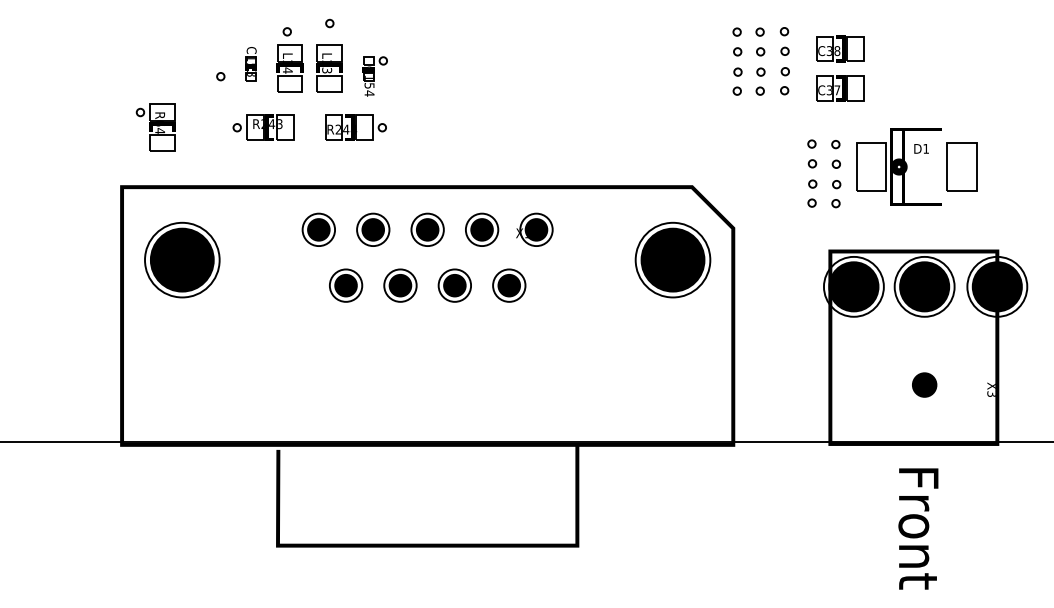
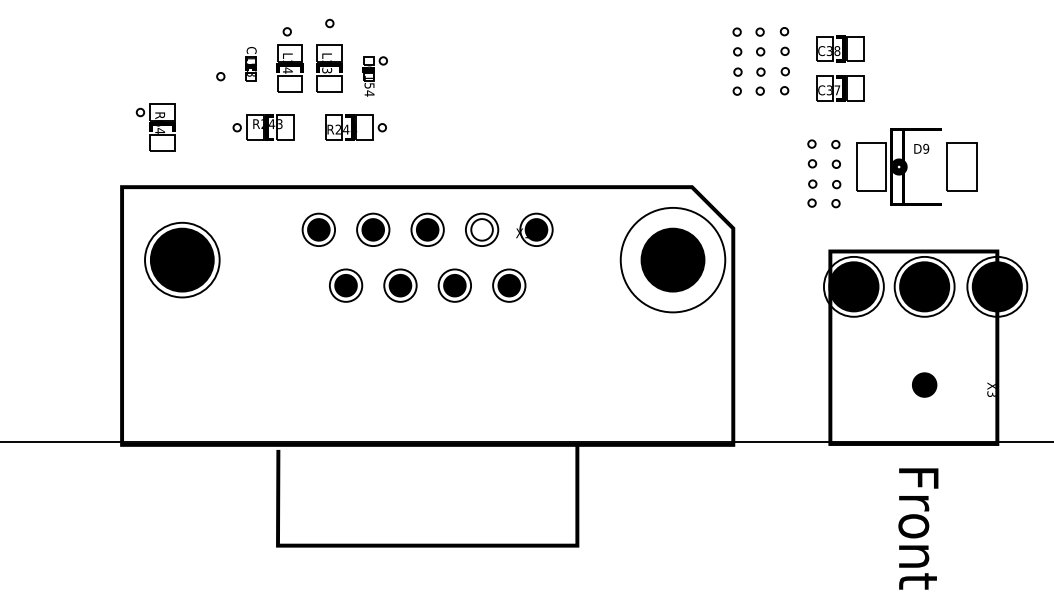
text at (926, 148): D1 -> D9
fill at (481, 229): present -> none
circle at (672, 259) diameter: 75 px -> 105 px
